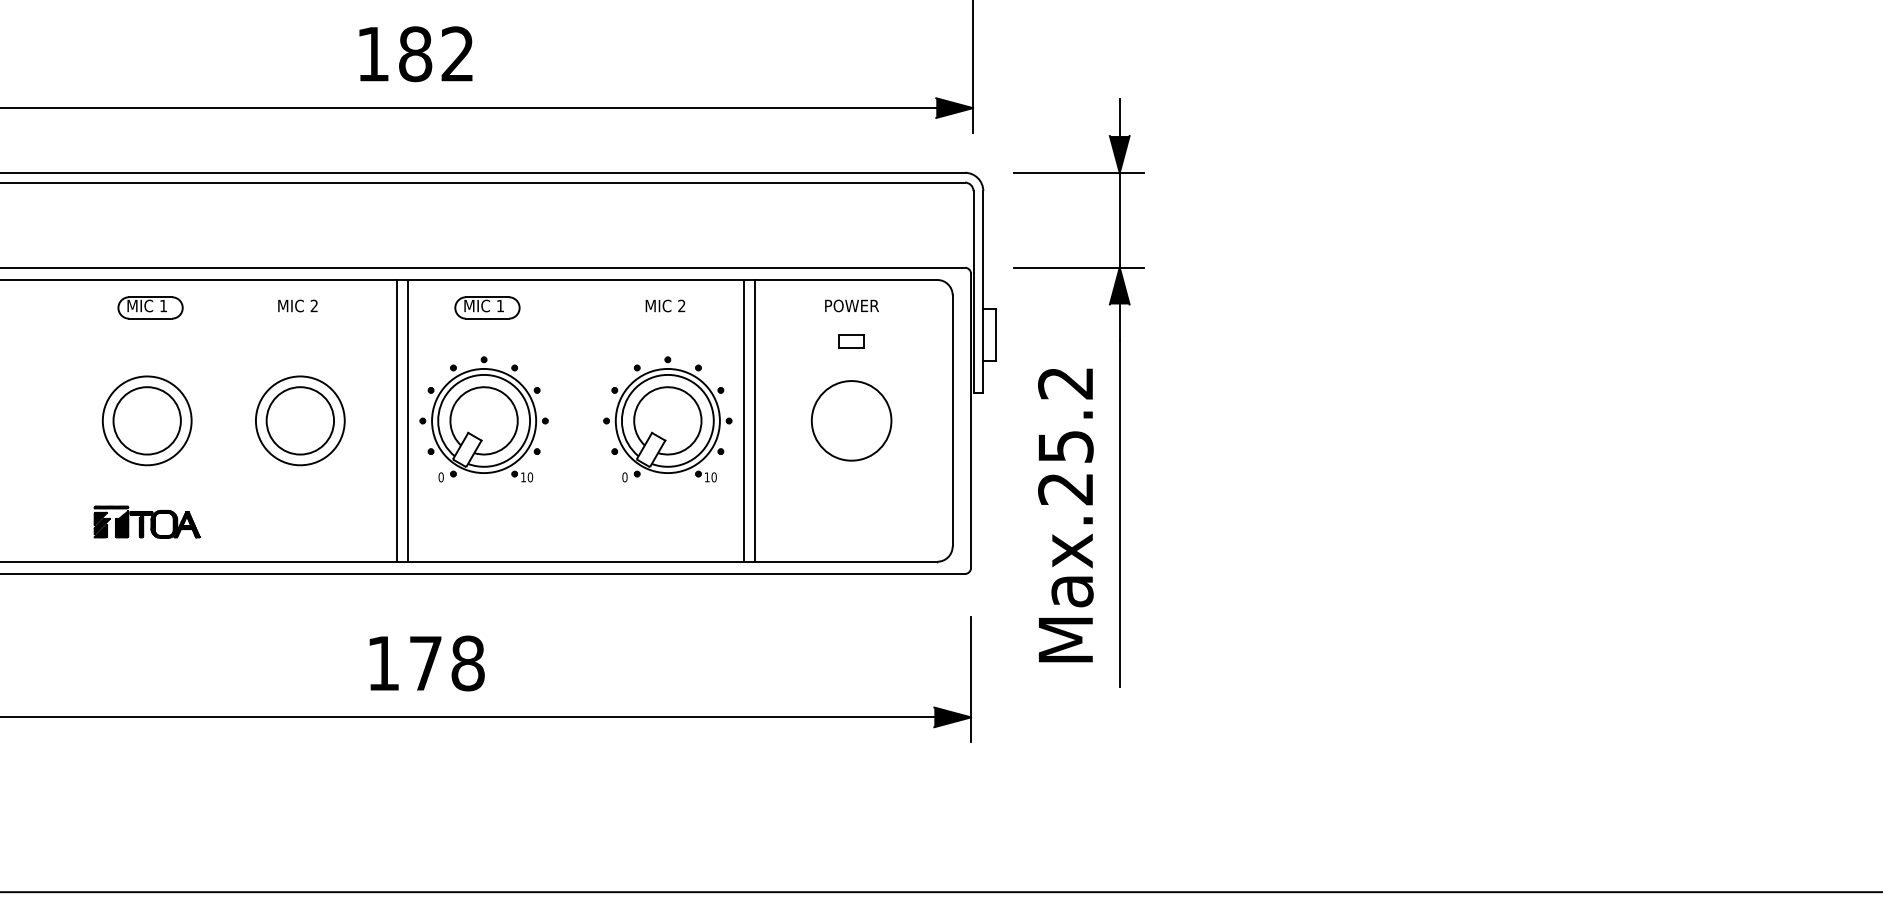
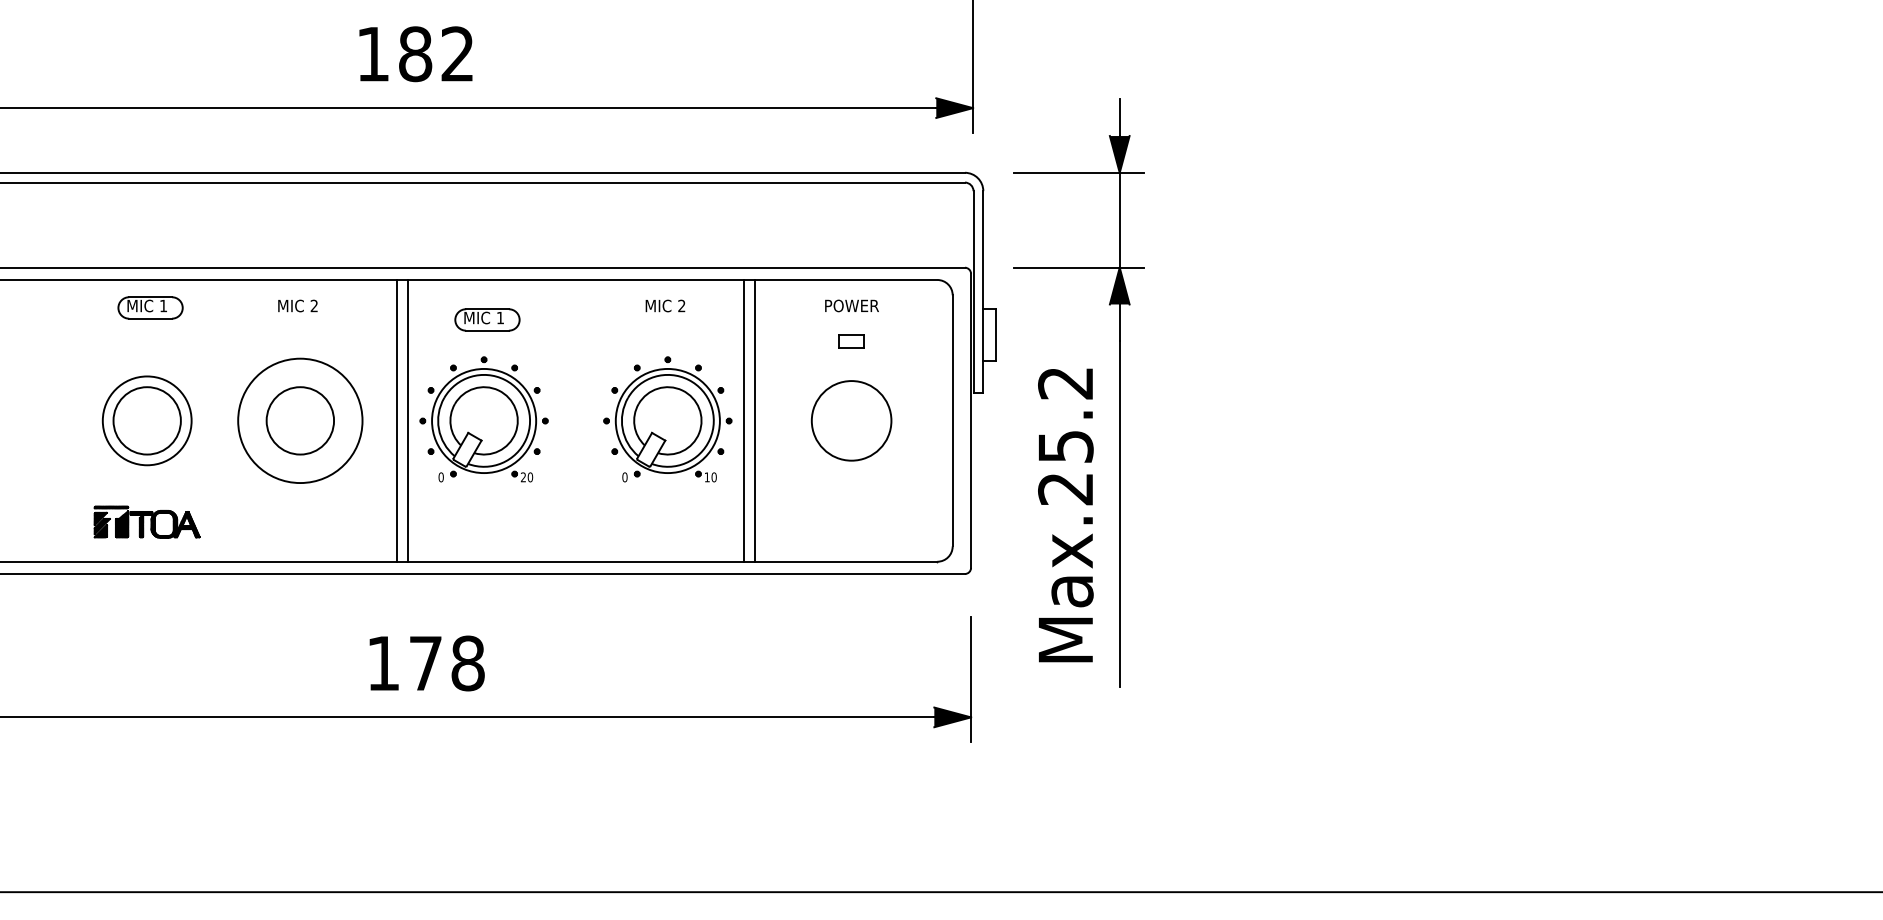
part at (487, 307) position: (487, 307) -> (487, 319)
circle at (299, 420) diameter: 89 px -> 124 px
text at (522, 477): 10 -> 20
